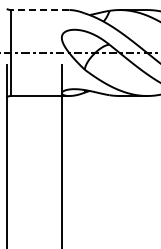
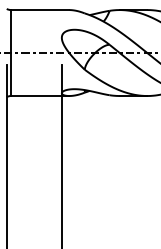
line at (39, 10): dashed -> solid
